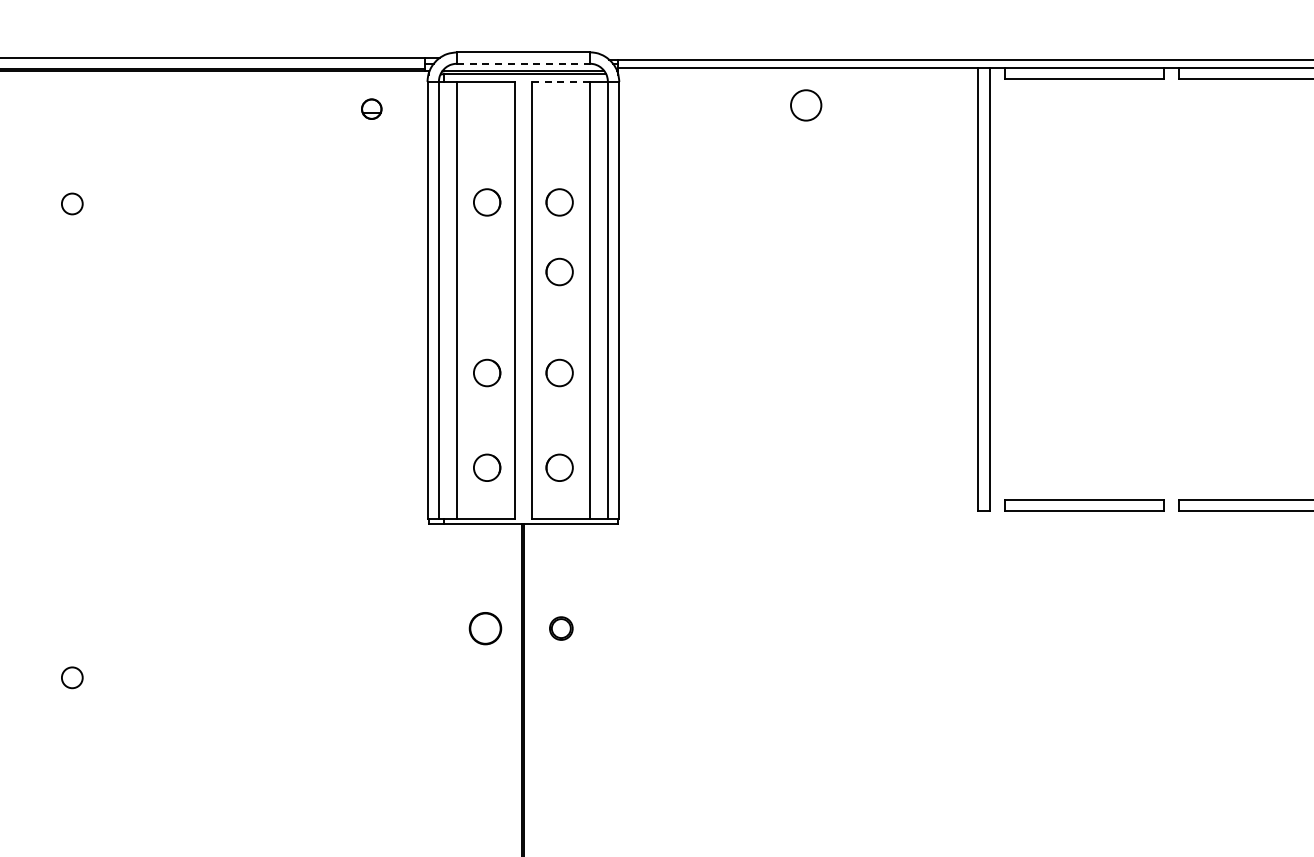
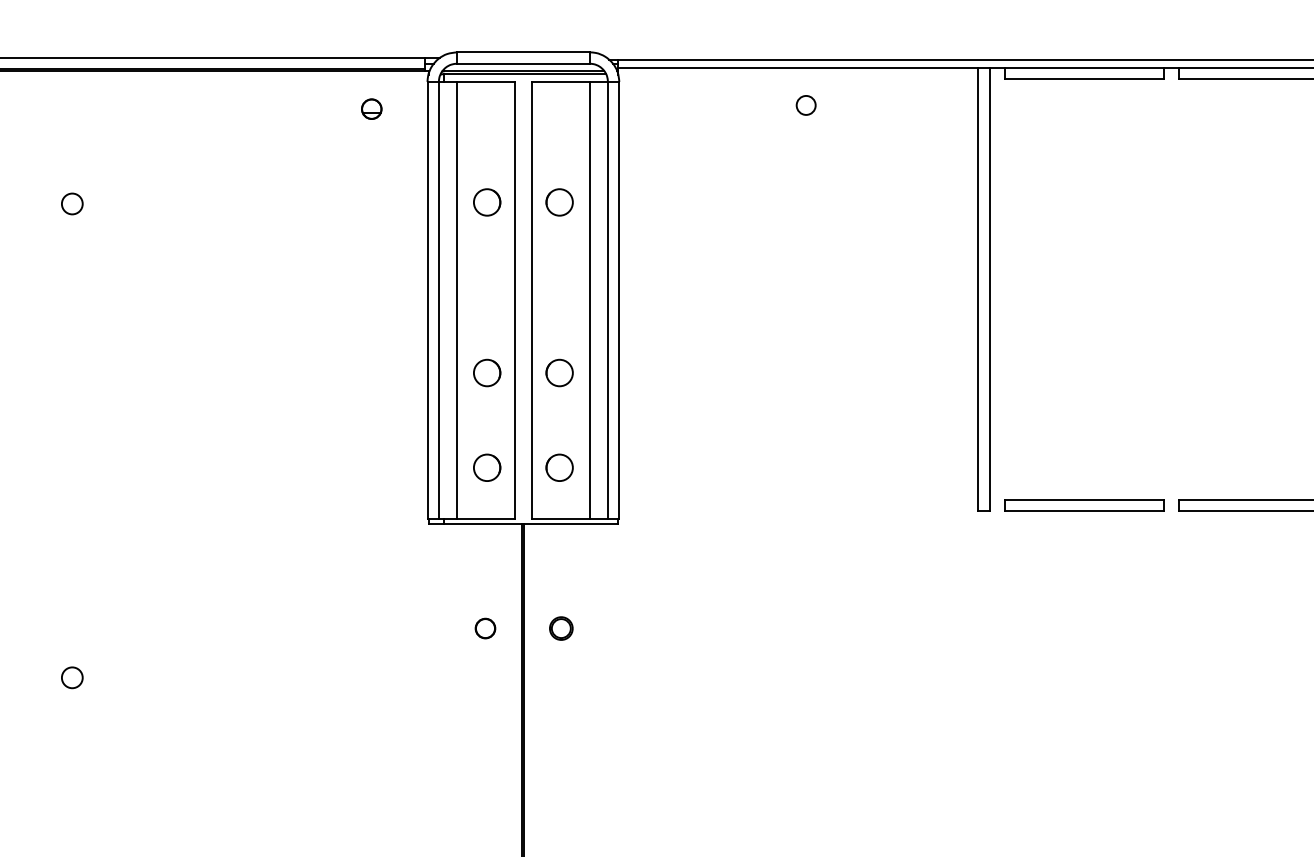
line at (523, 63): dashed -> solid
line at (560, 81): dashed -> solid
circle at (806, 105) diameter: 30 px -> 19 px
part at (559, 271): present -> none
part at (485, 628) size: 35x34 px -> 23x23 px
